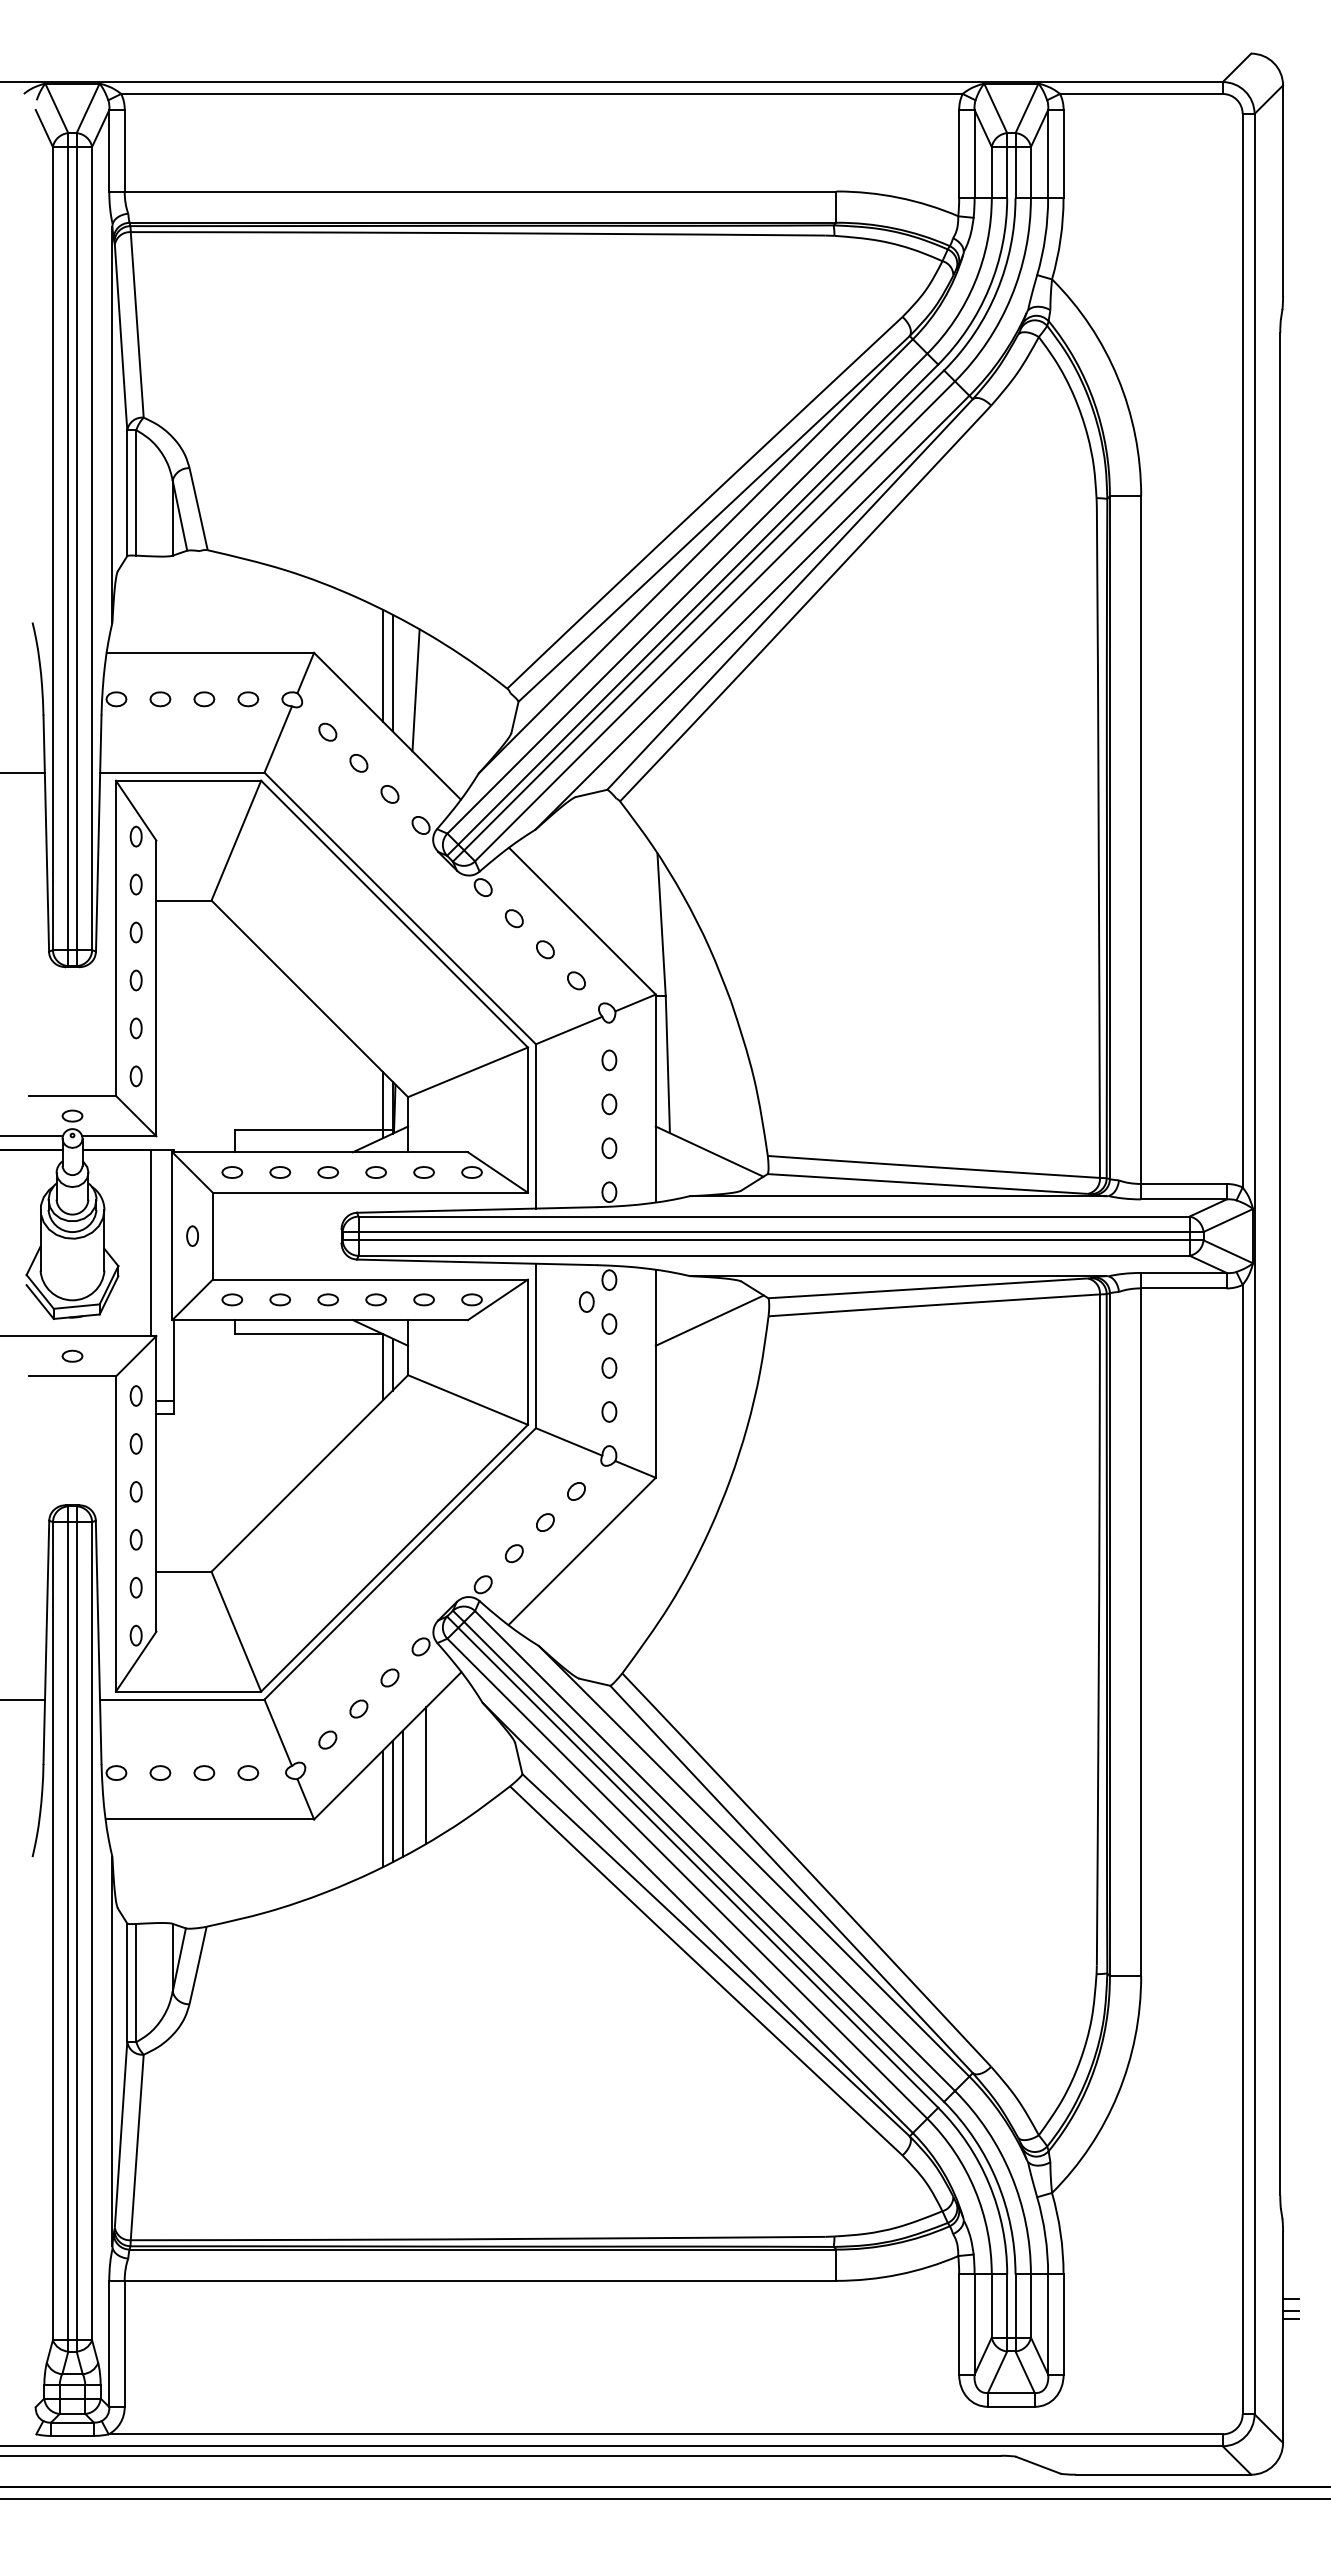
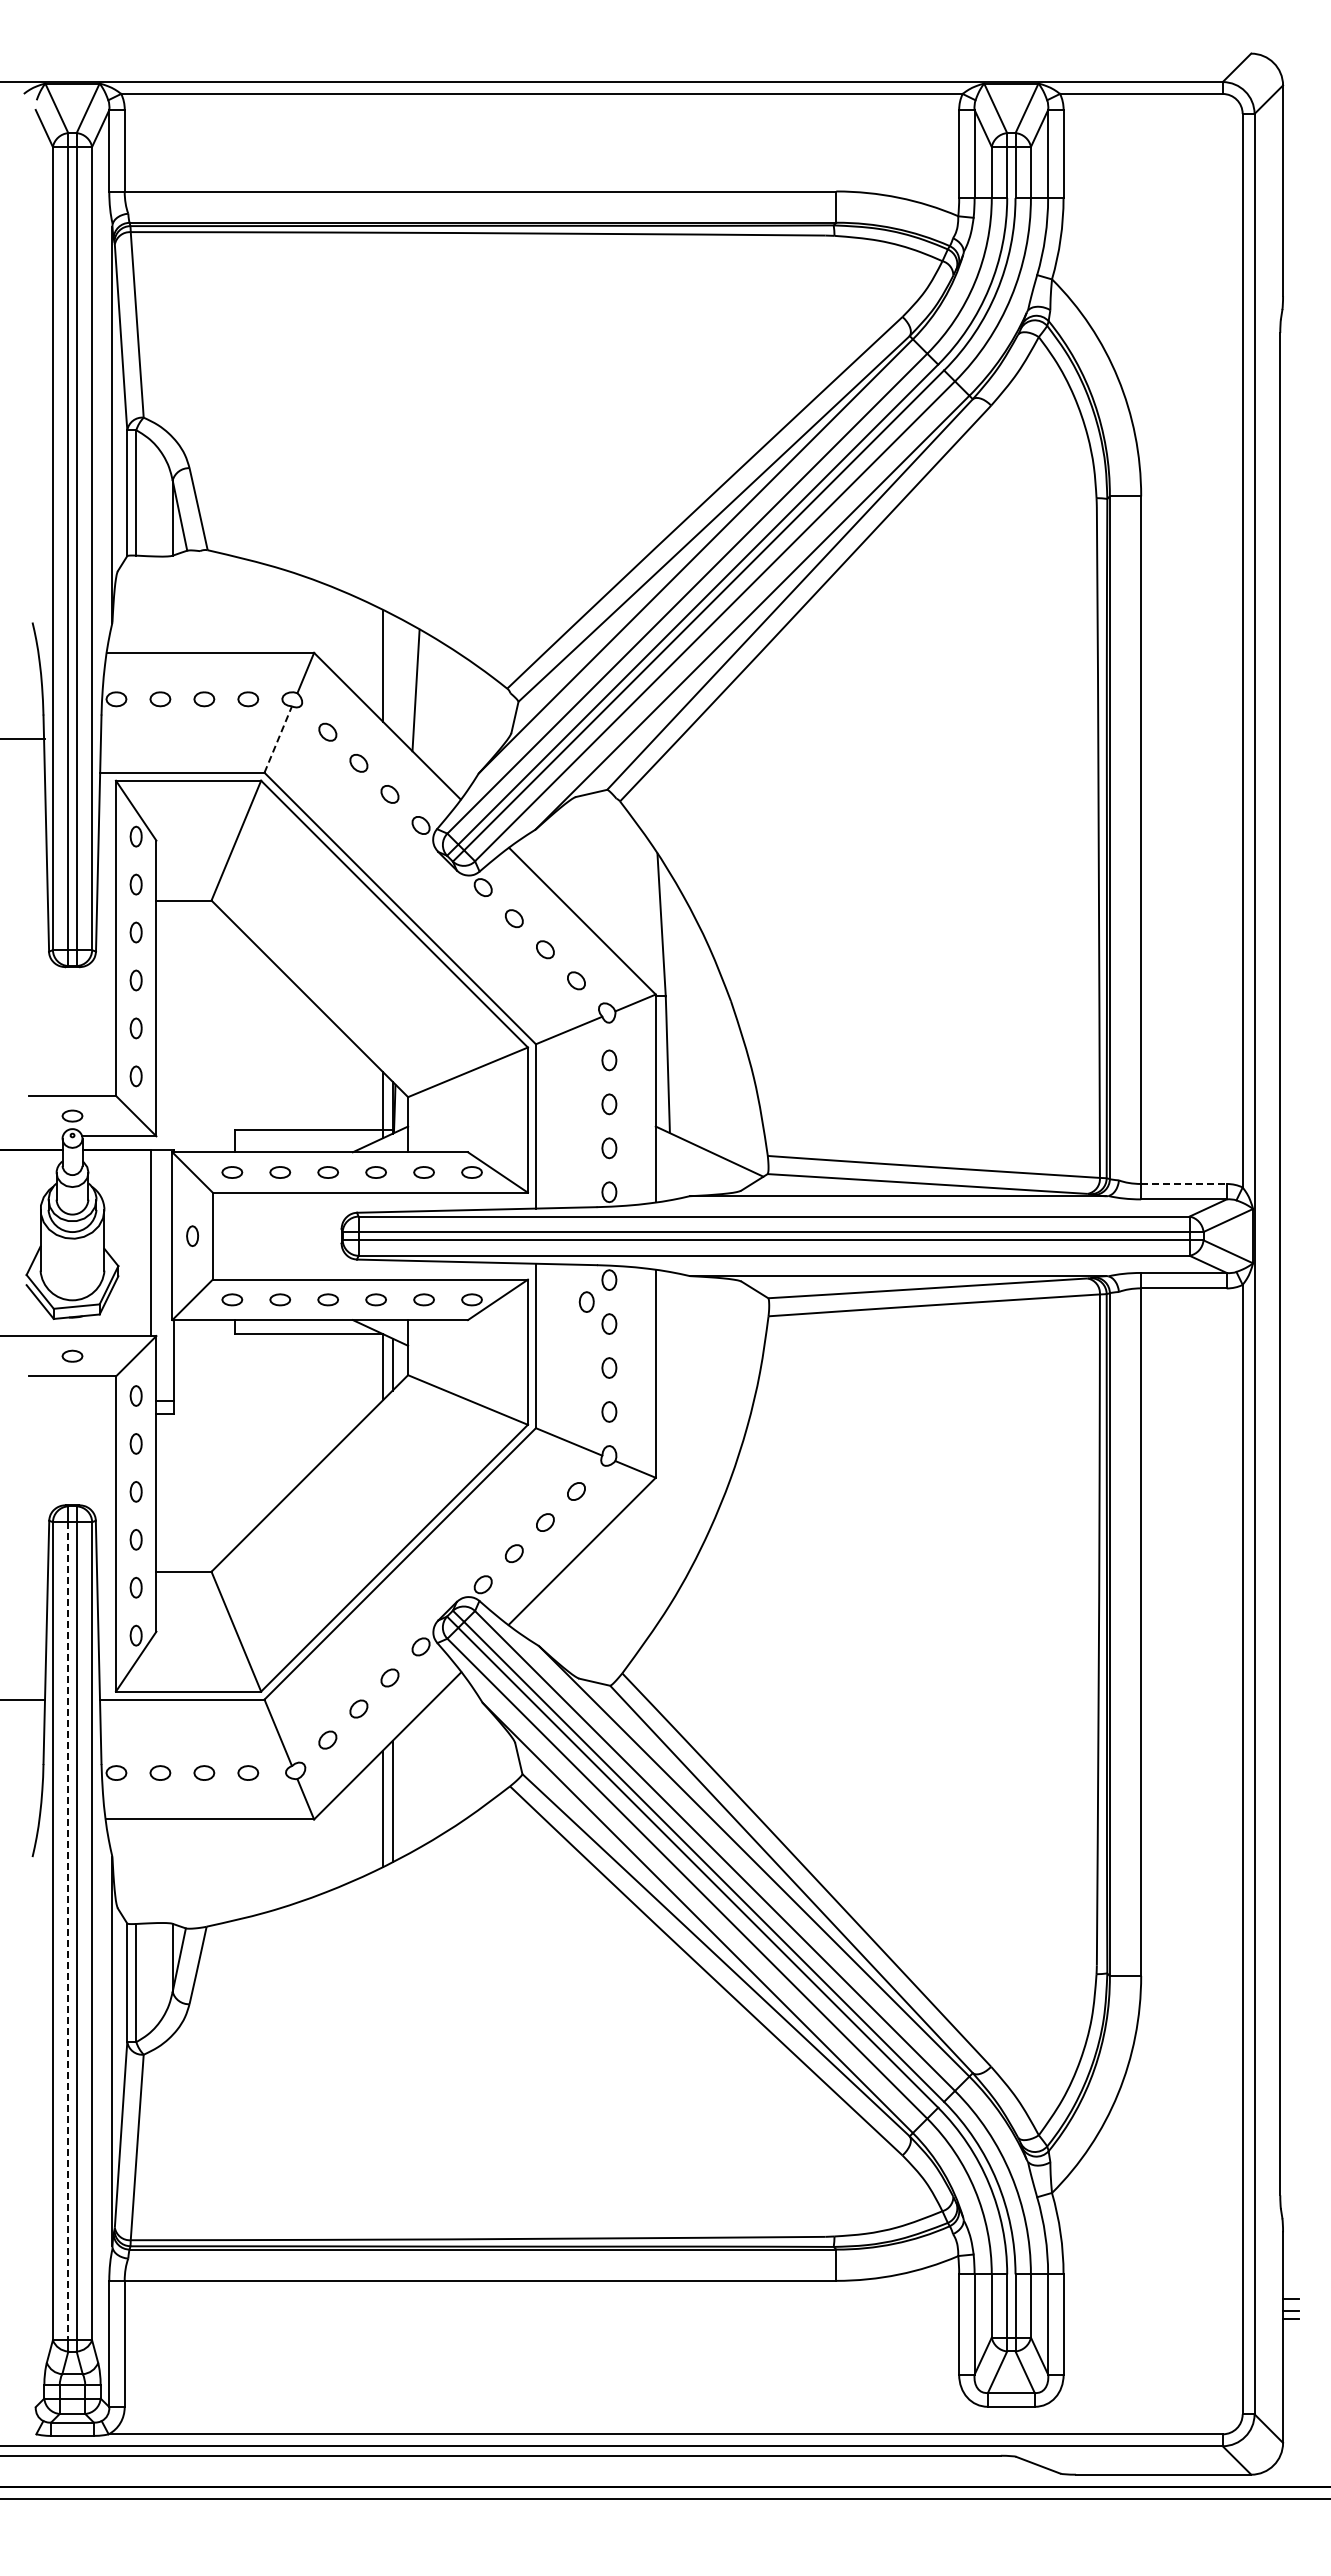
line at (392, 673): present -> none
line at (278, 739): solid -> dashed
line at (23, 772) position: (23, 772) -> (23, 738)
line at (32, 1136): present -> none
line at (1183, 1184): solid -> dashed
line at (709, 1320): present -> none
line at (426, 1775): present -> none
line at (402, 1793): present -> none
line at (68, 1931): solid -> dashed
